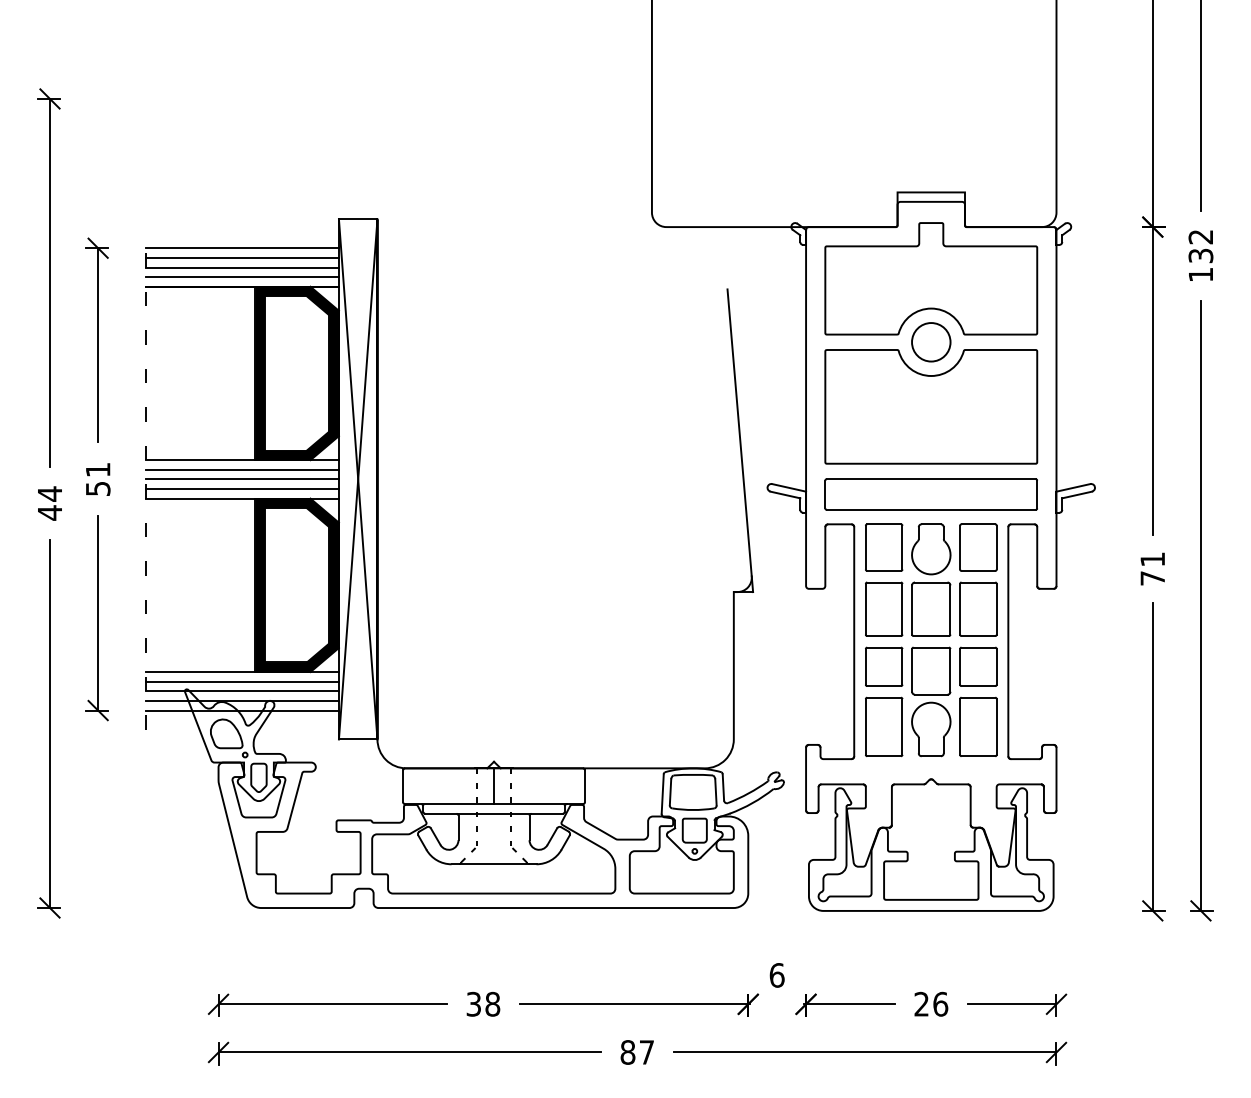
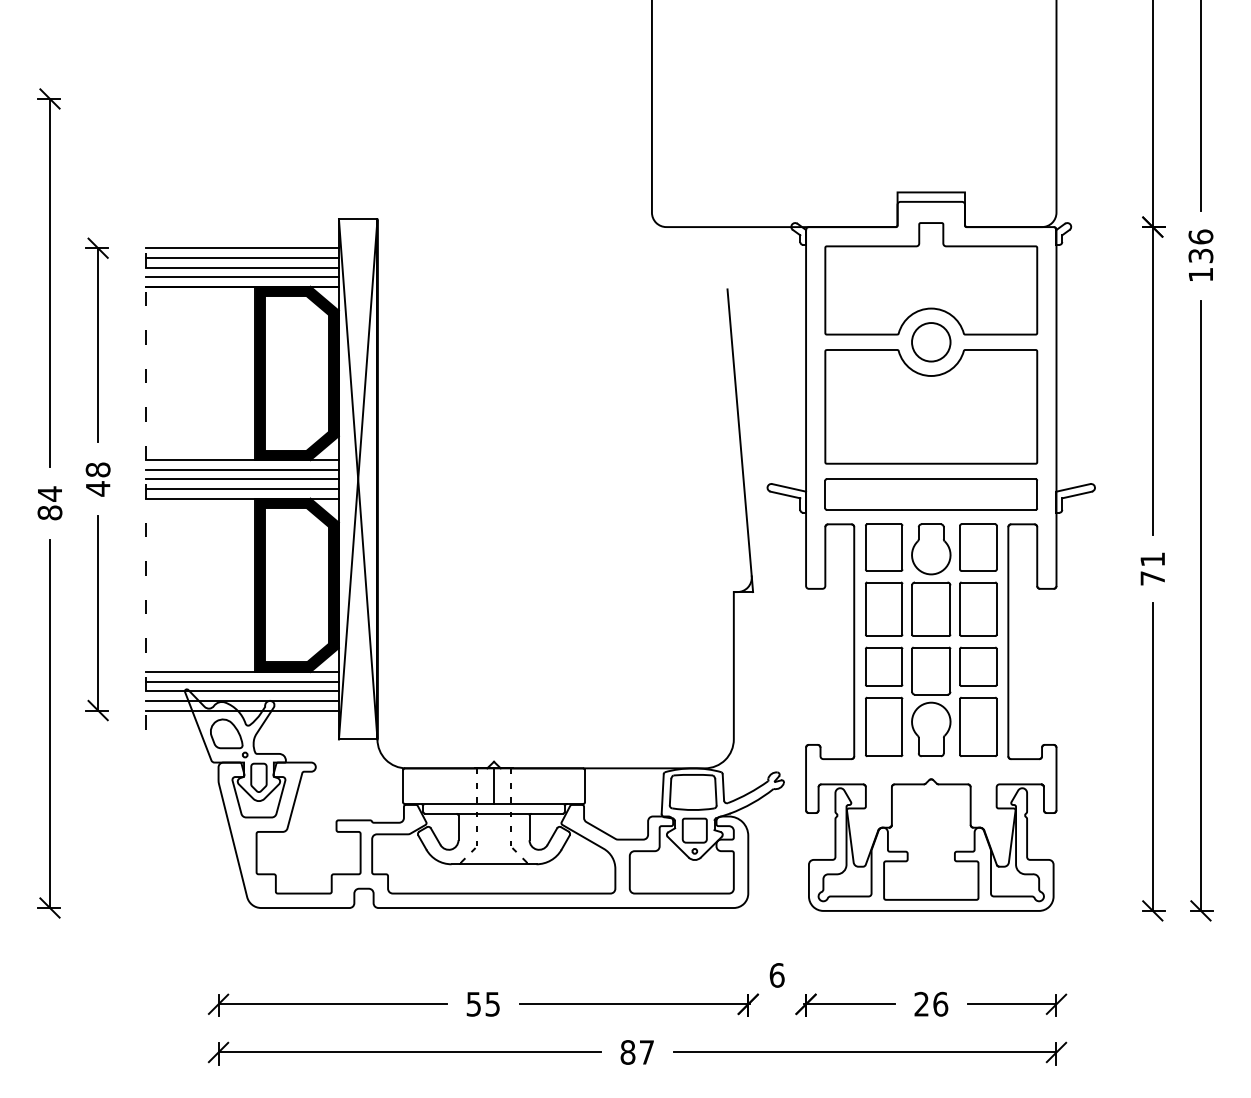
text at (1200, 236): 132 -> 136
text at (97, 479): 51 -> 48
text at (49, 512): 44 -> 84
text at (483, 1003): 38 -> 55
